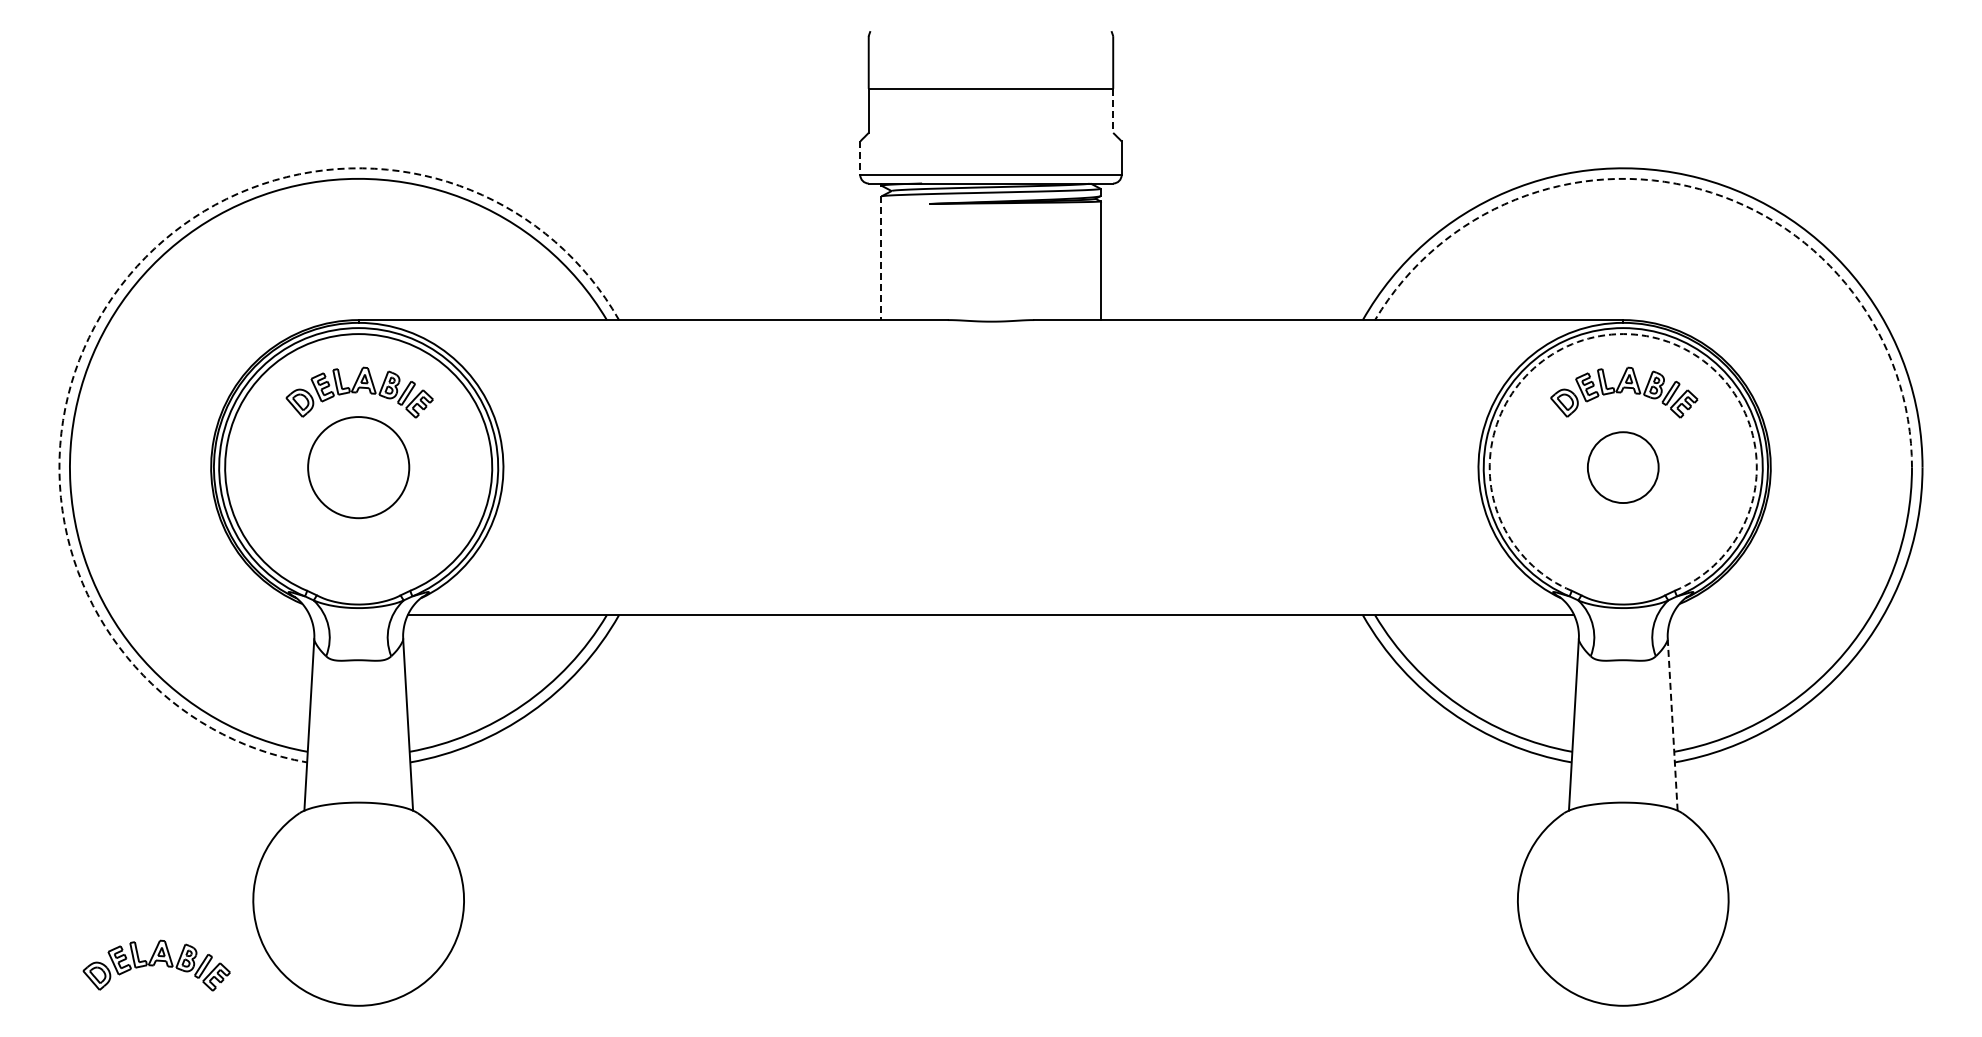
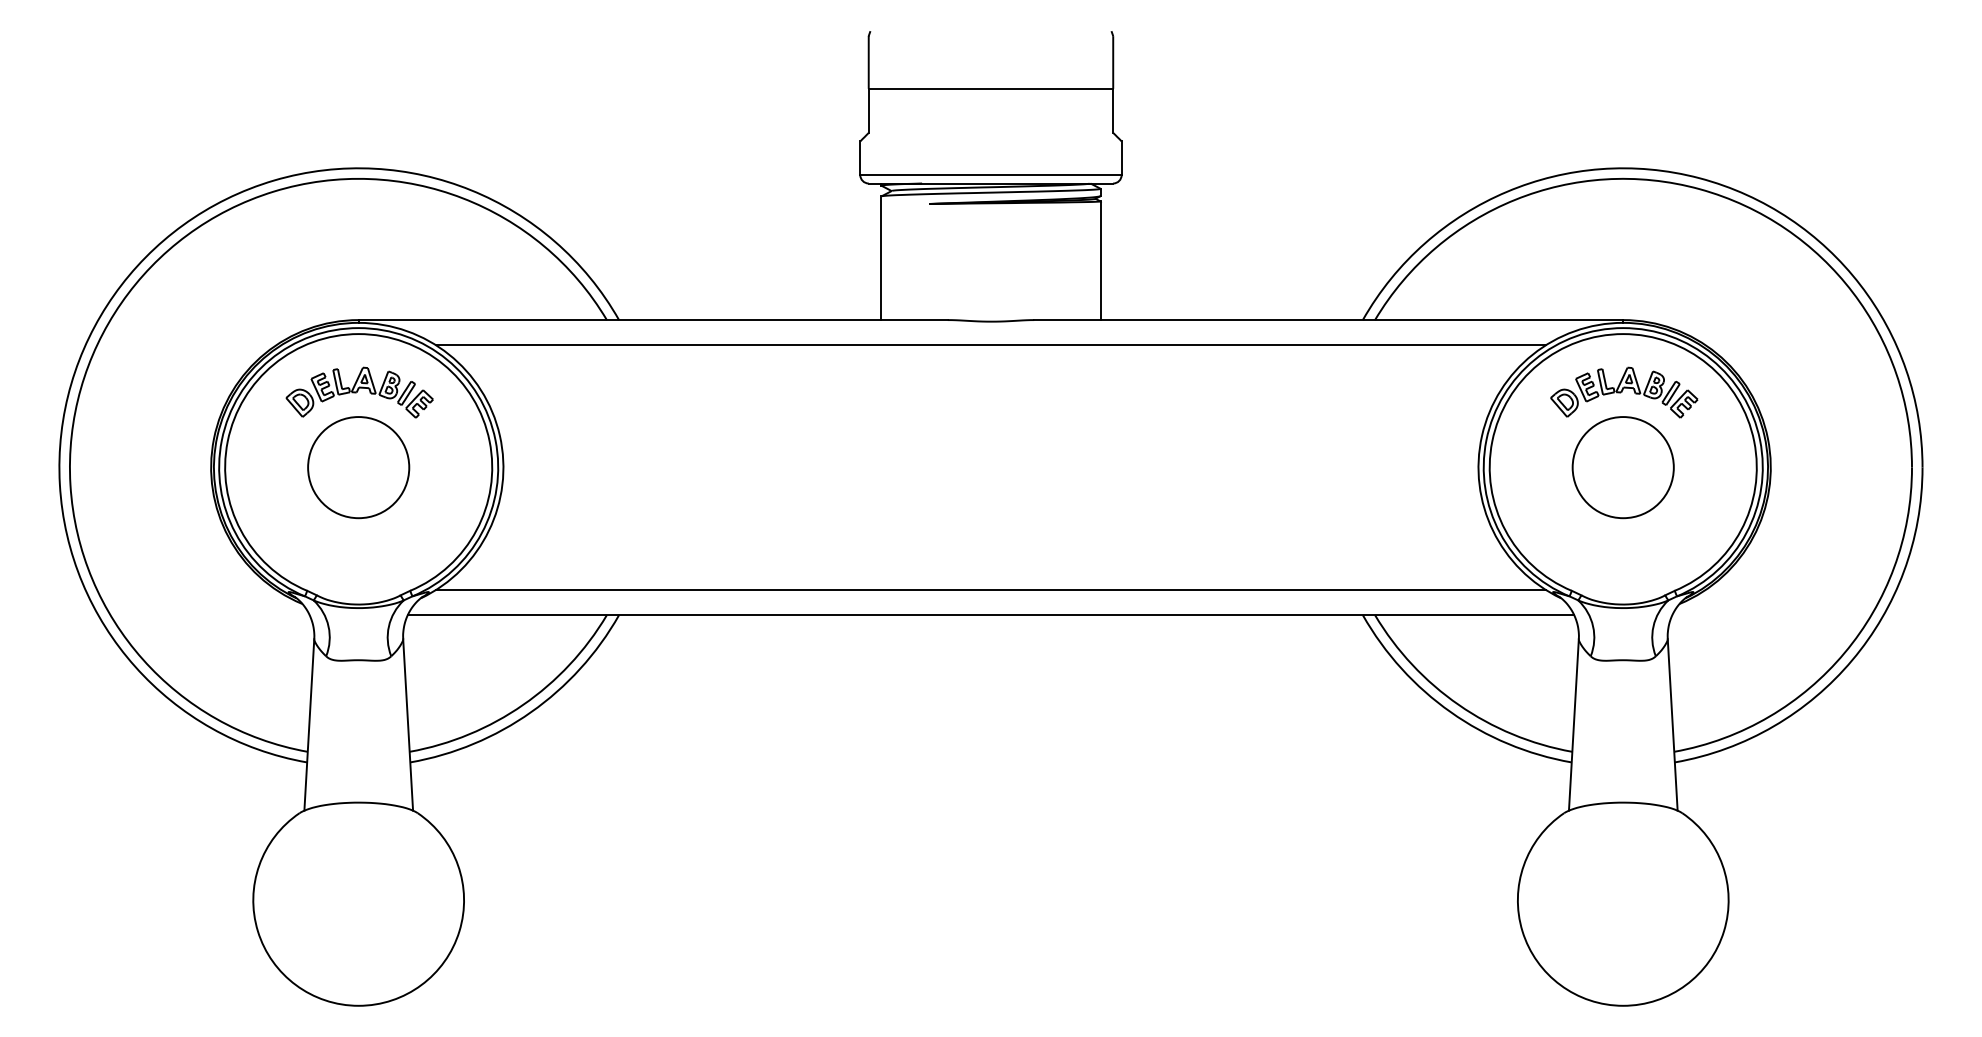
line at (1113, 111): dashed -> solid
line at (860, 158): dashed -> solid
arc at (1699, 189): dashed -> solid
line at (881, 258): dashed -> solid
arc at (114, 295): dashed -> solid
arc at (1623, 334): dashed -> solid
line at (990, 345): none -> present
circle at (1622, 467) diameter: 71 px -> 101 px
line at (990, 589): none -> present
line at (1672, 725): dashed -> solid
part at (156, 965): present -> none
